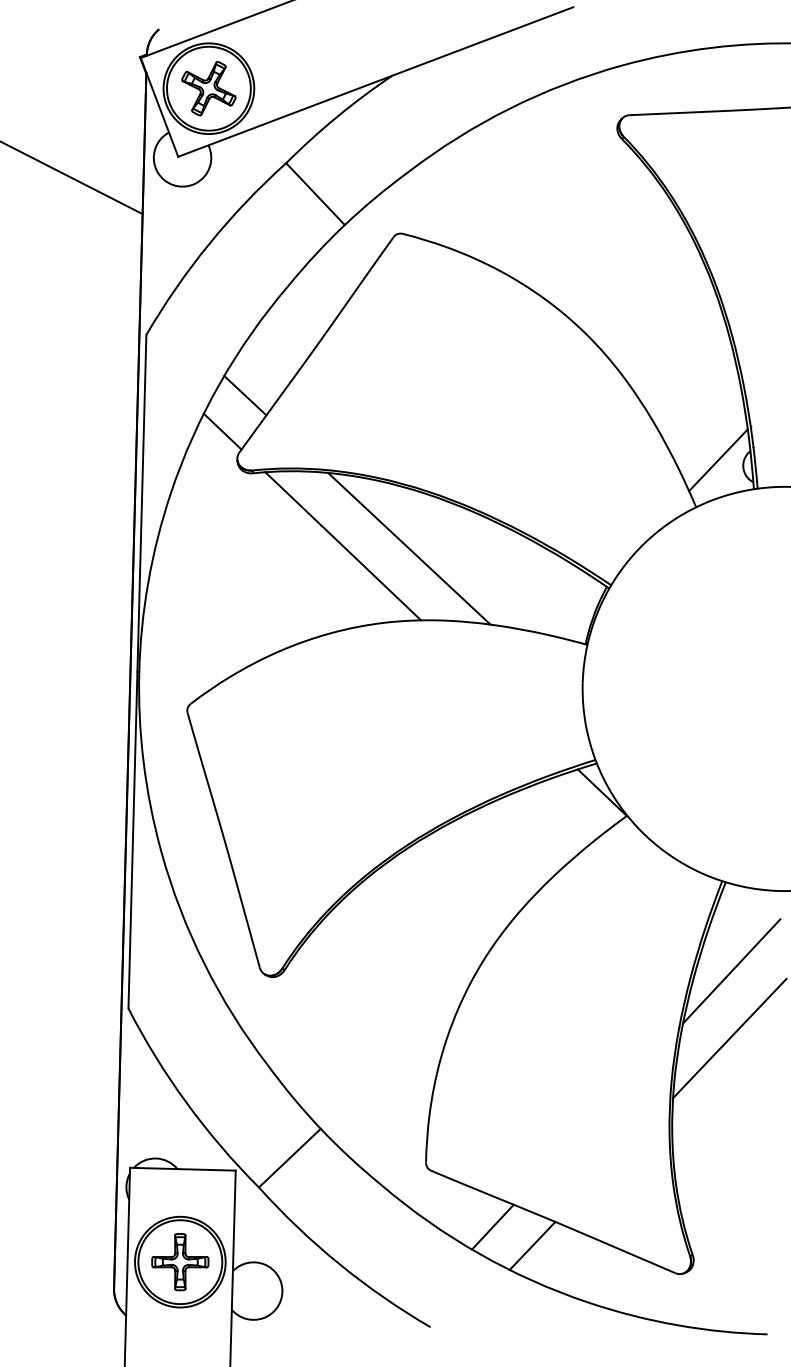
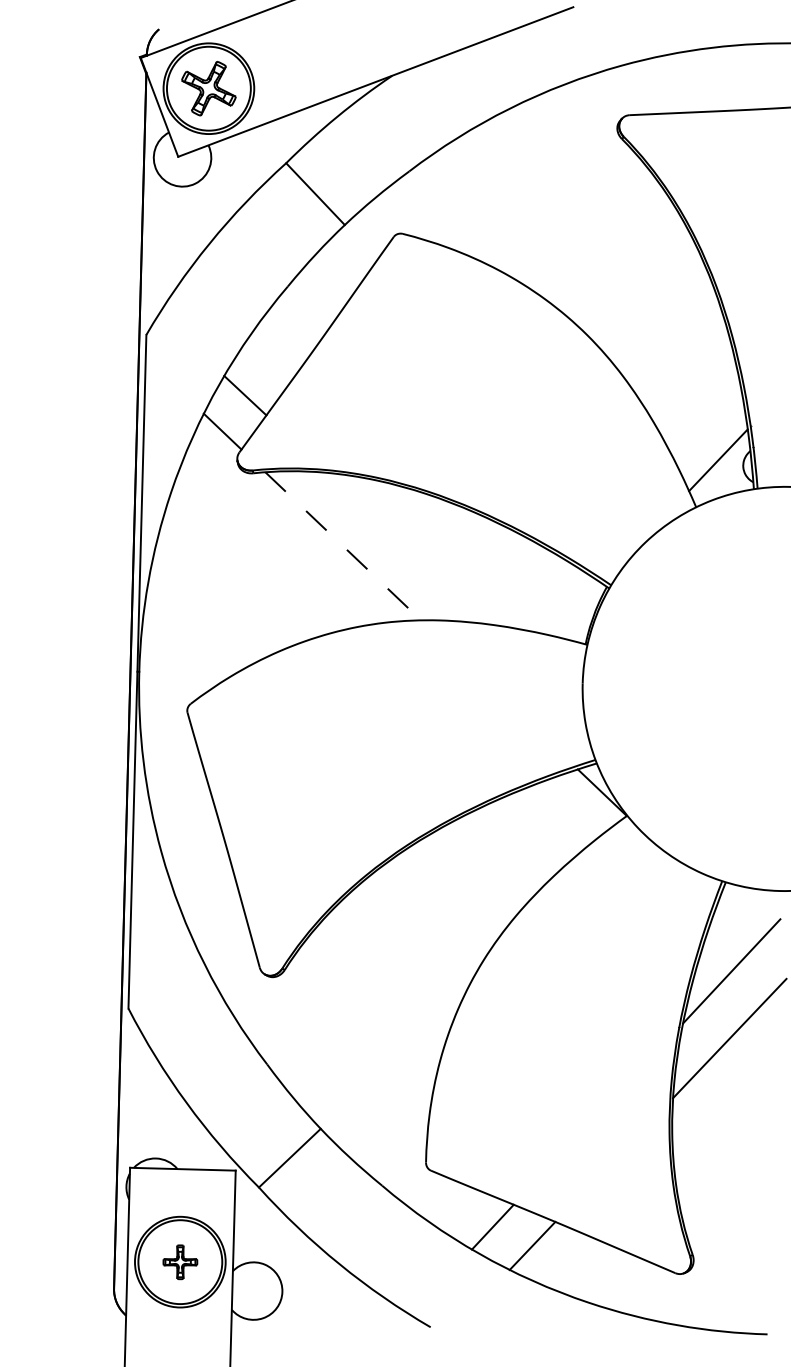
line at (72, 178): present -> none
line at (343, 546): solid -> dashed
line at (409, 548): present -> none
part at (180, 1262) size: 59x59 px -> 37x37 px
